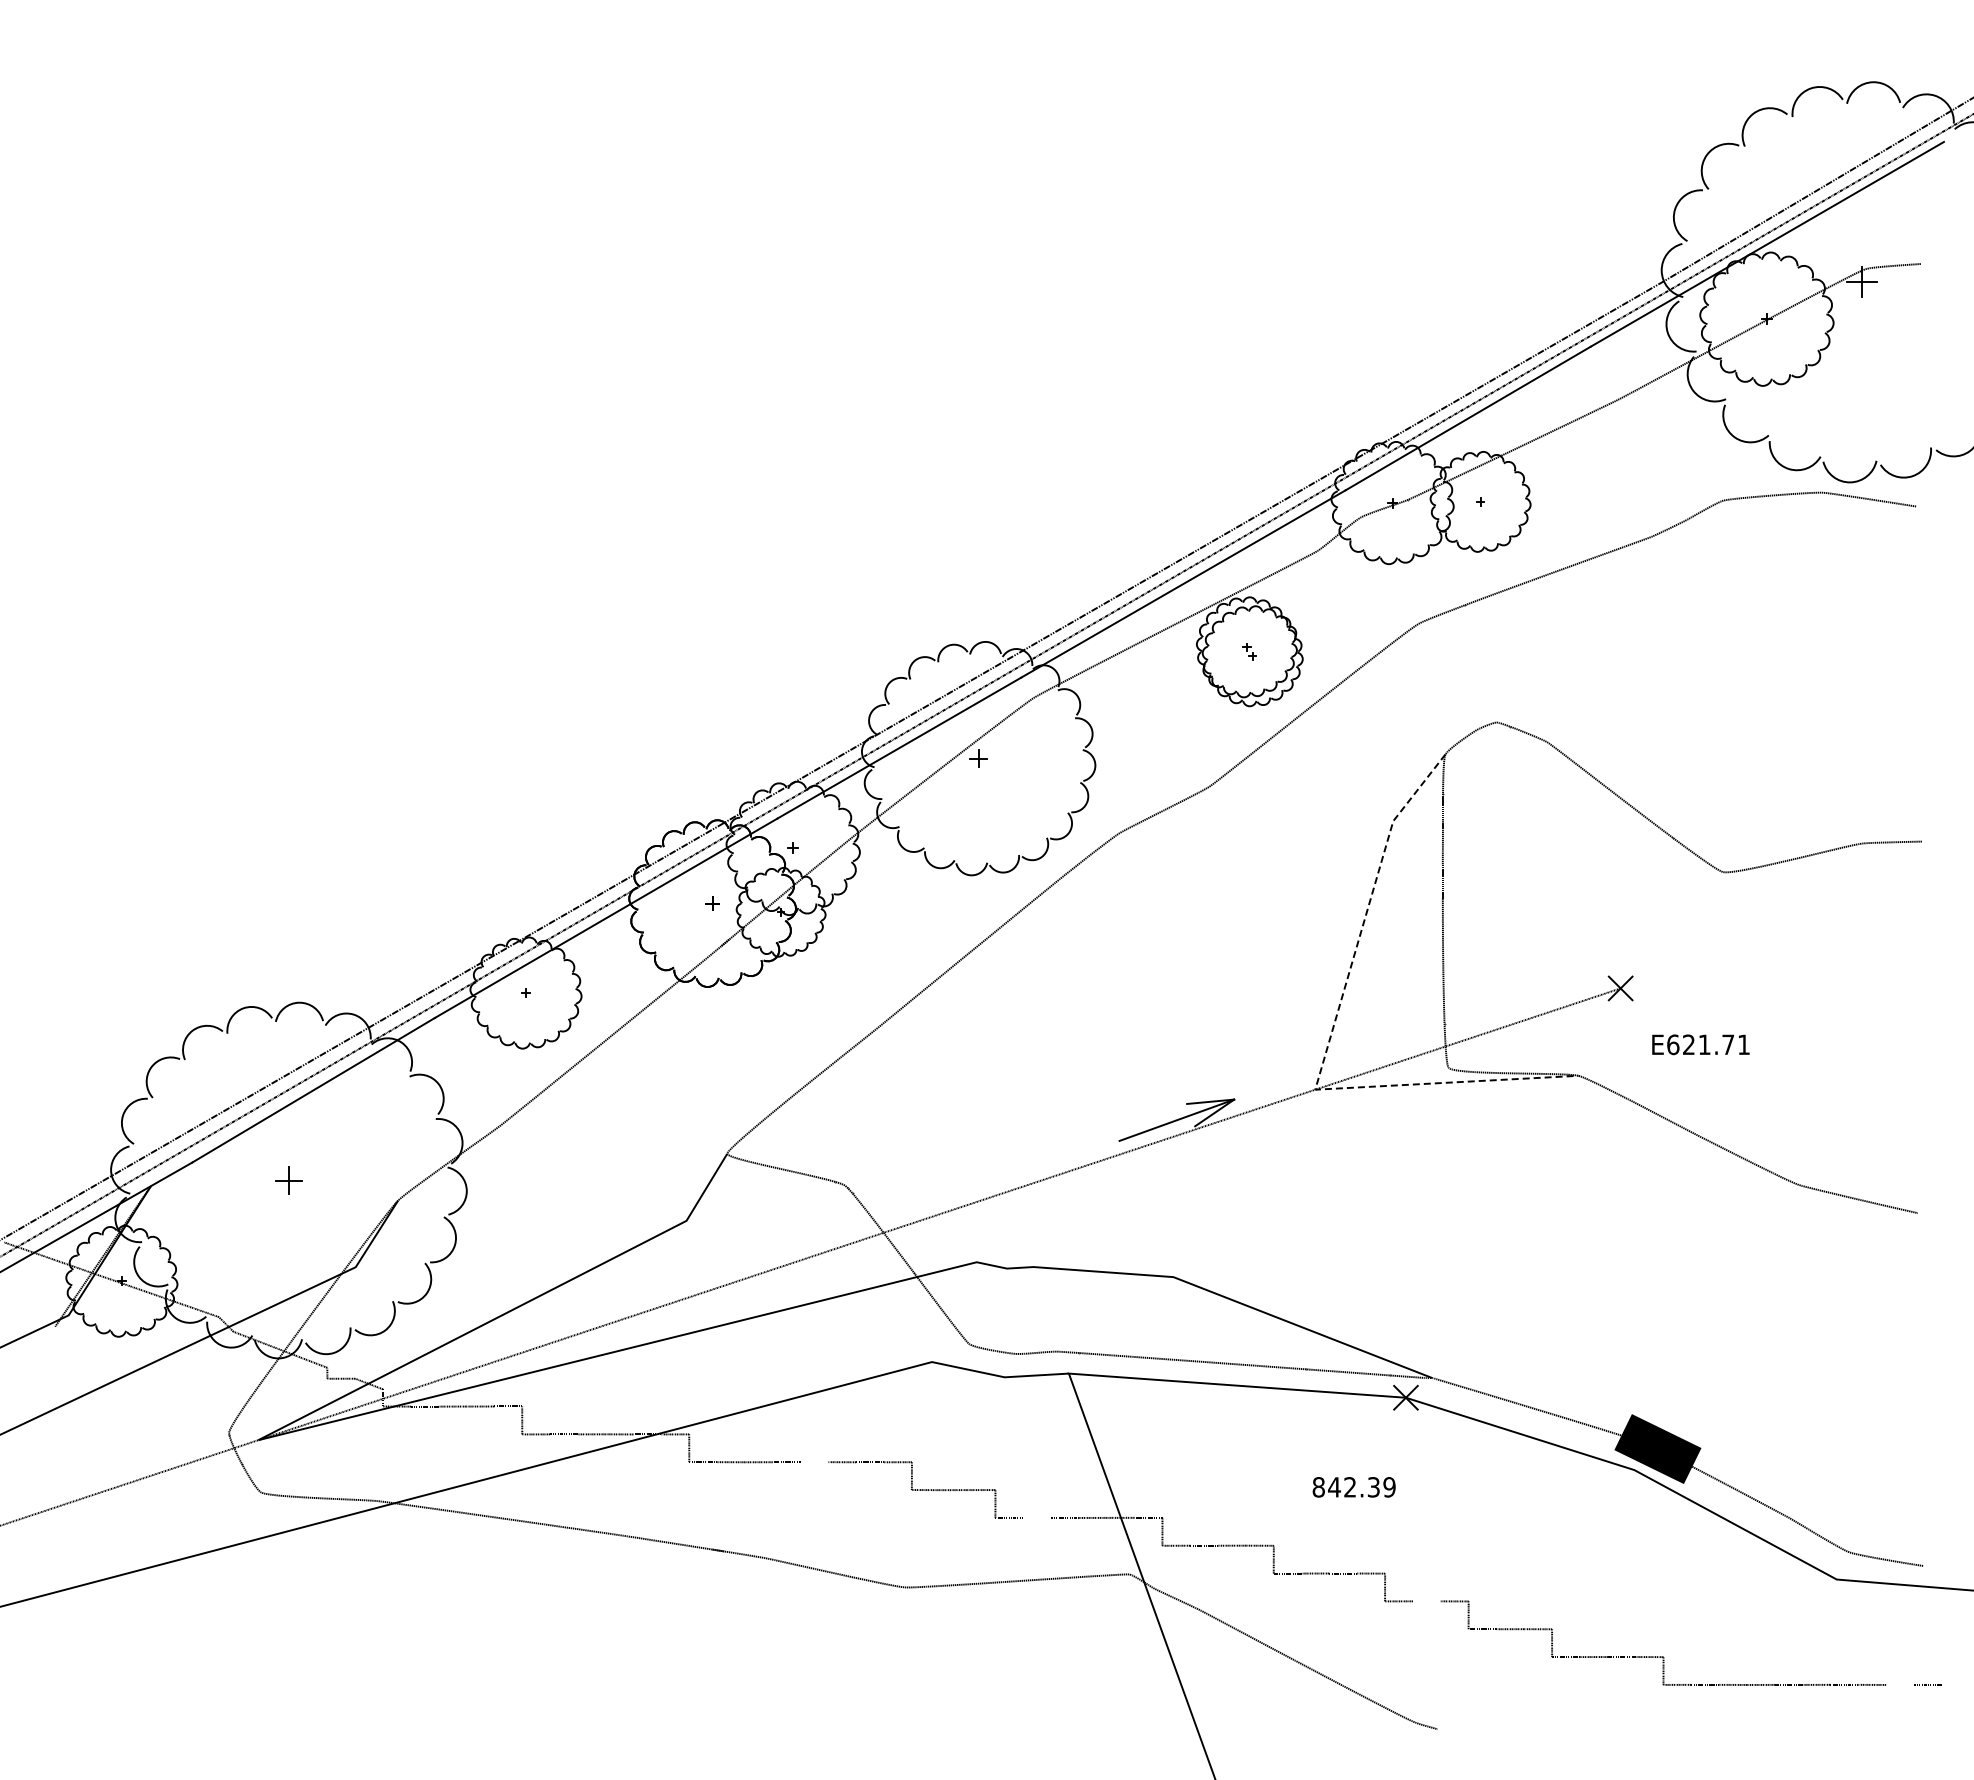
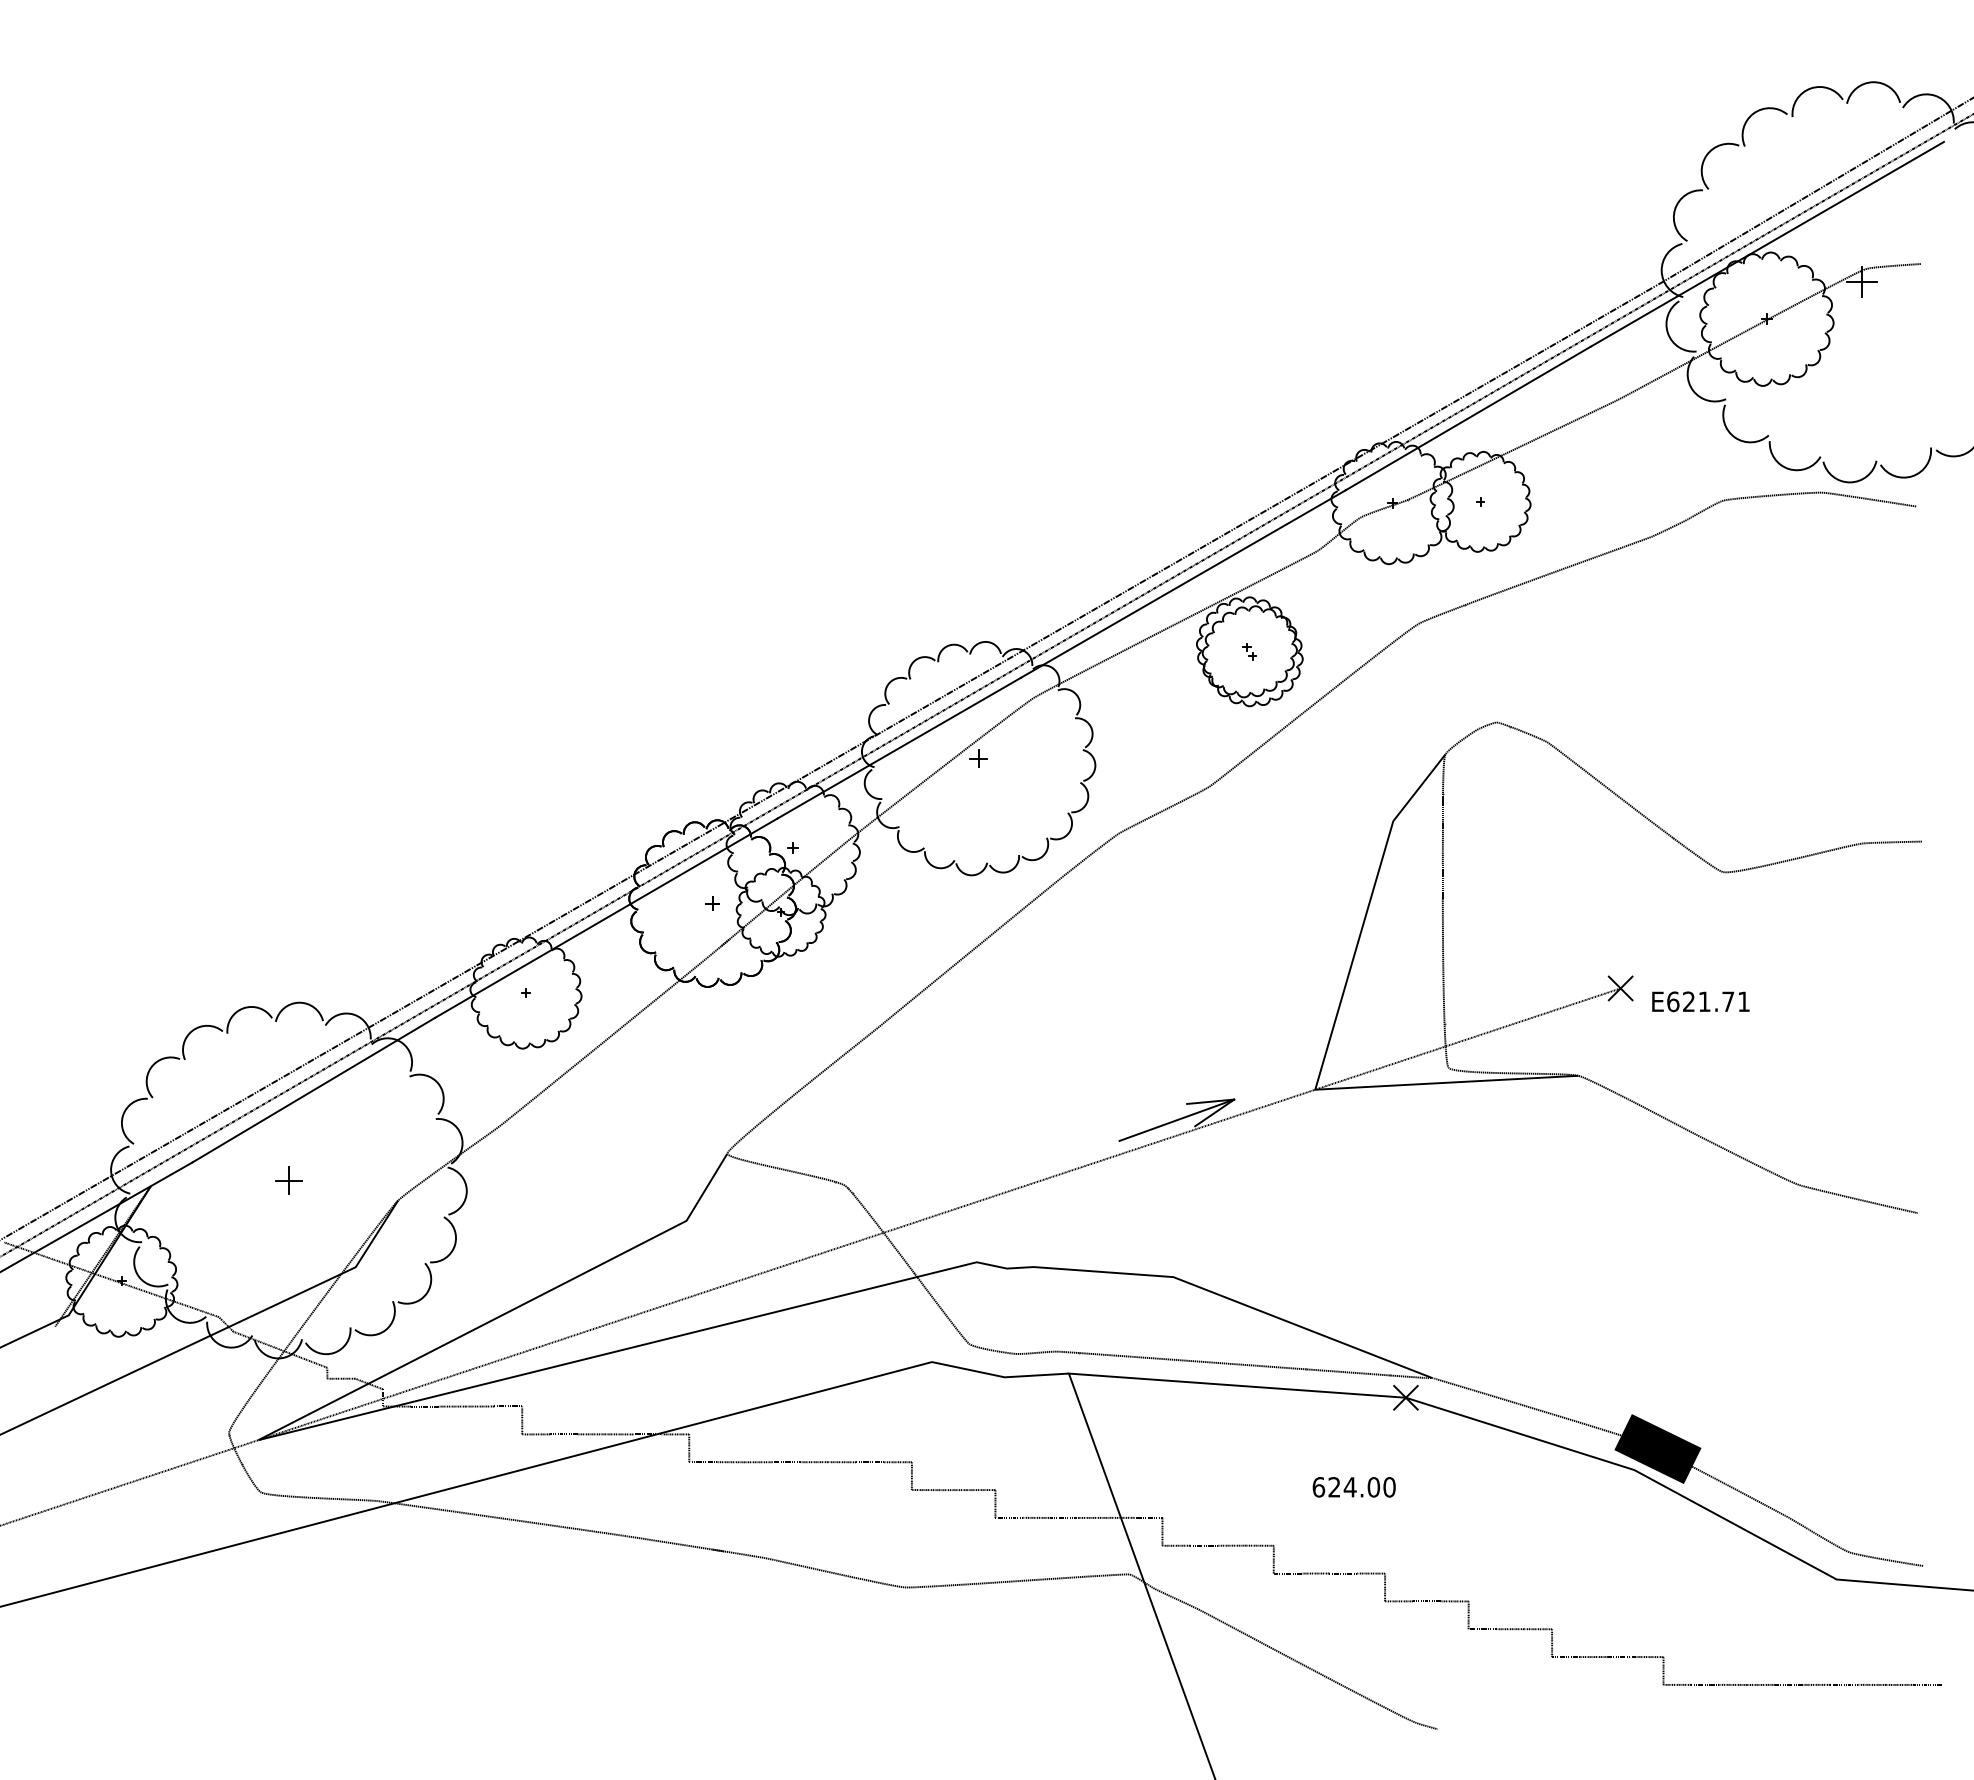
line at (1329, 1041): dashed -> solid
text at (1700, 1044) position: (1700, 1044) -> (1700, 1001)
line at (814, 1462): none -> present
text at (1353, 1487): 842.39 -> 624.00
line at (1037, 1517): none -> present
line at (1426, 1601): none -> present
line at (1900, 1684): none -> present
